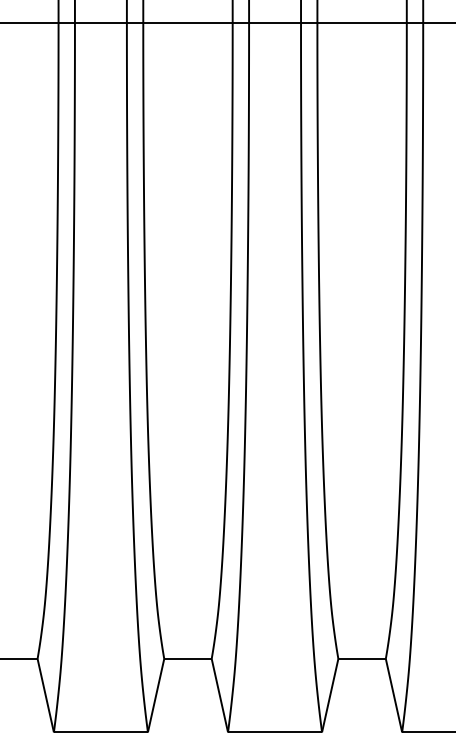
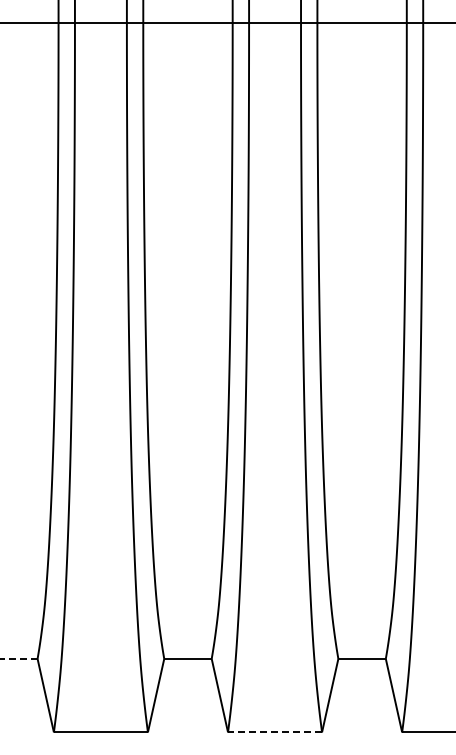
line at (17, 658): solid -> dashed
line at (274, 732): solid -> dashed
